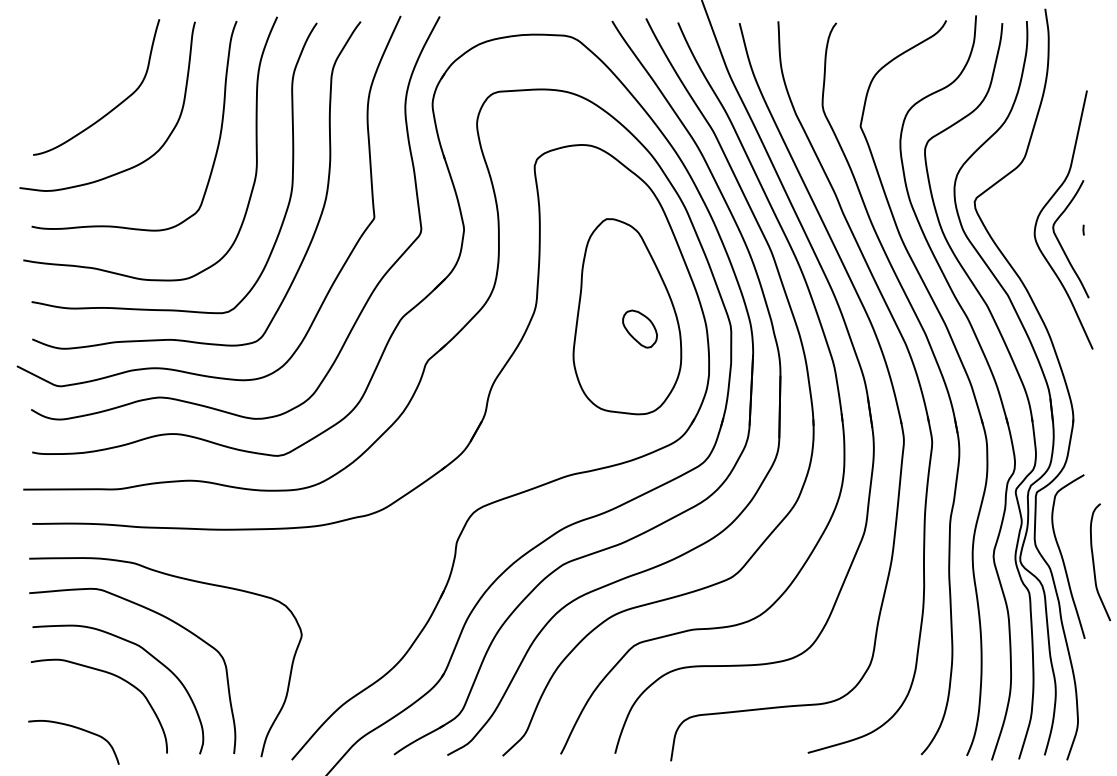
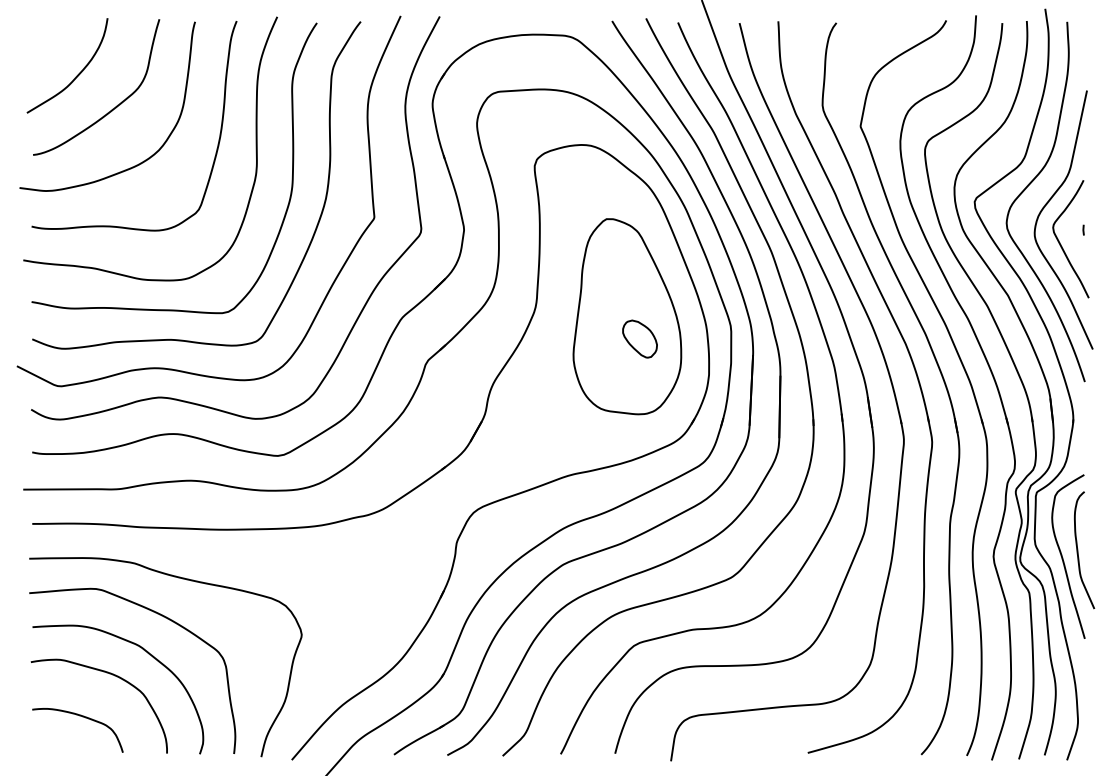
curve at (77, 74): none -> present
curve at (1029, 185): none -> present
part at (639, 328) position: (639, 328) -> (639, 338)
curve at (1094, 562) position: (1094, 562) -> (1078, 550)
curve at (78, 729) position: (78, 729) -> (82, 717)
